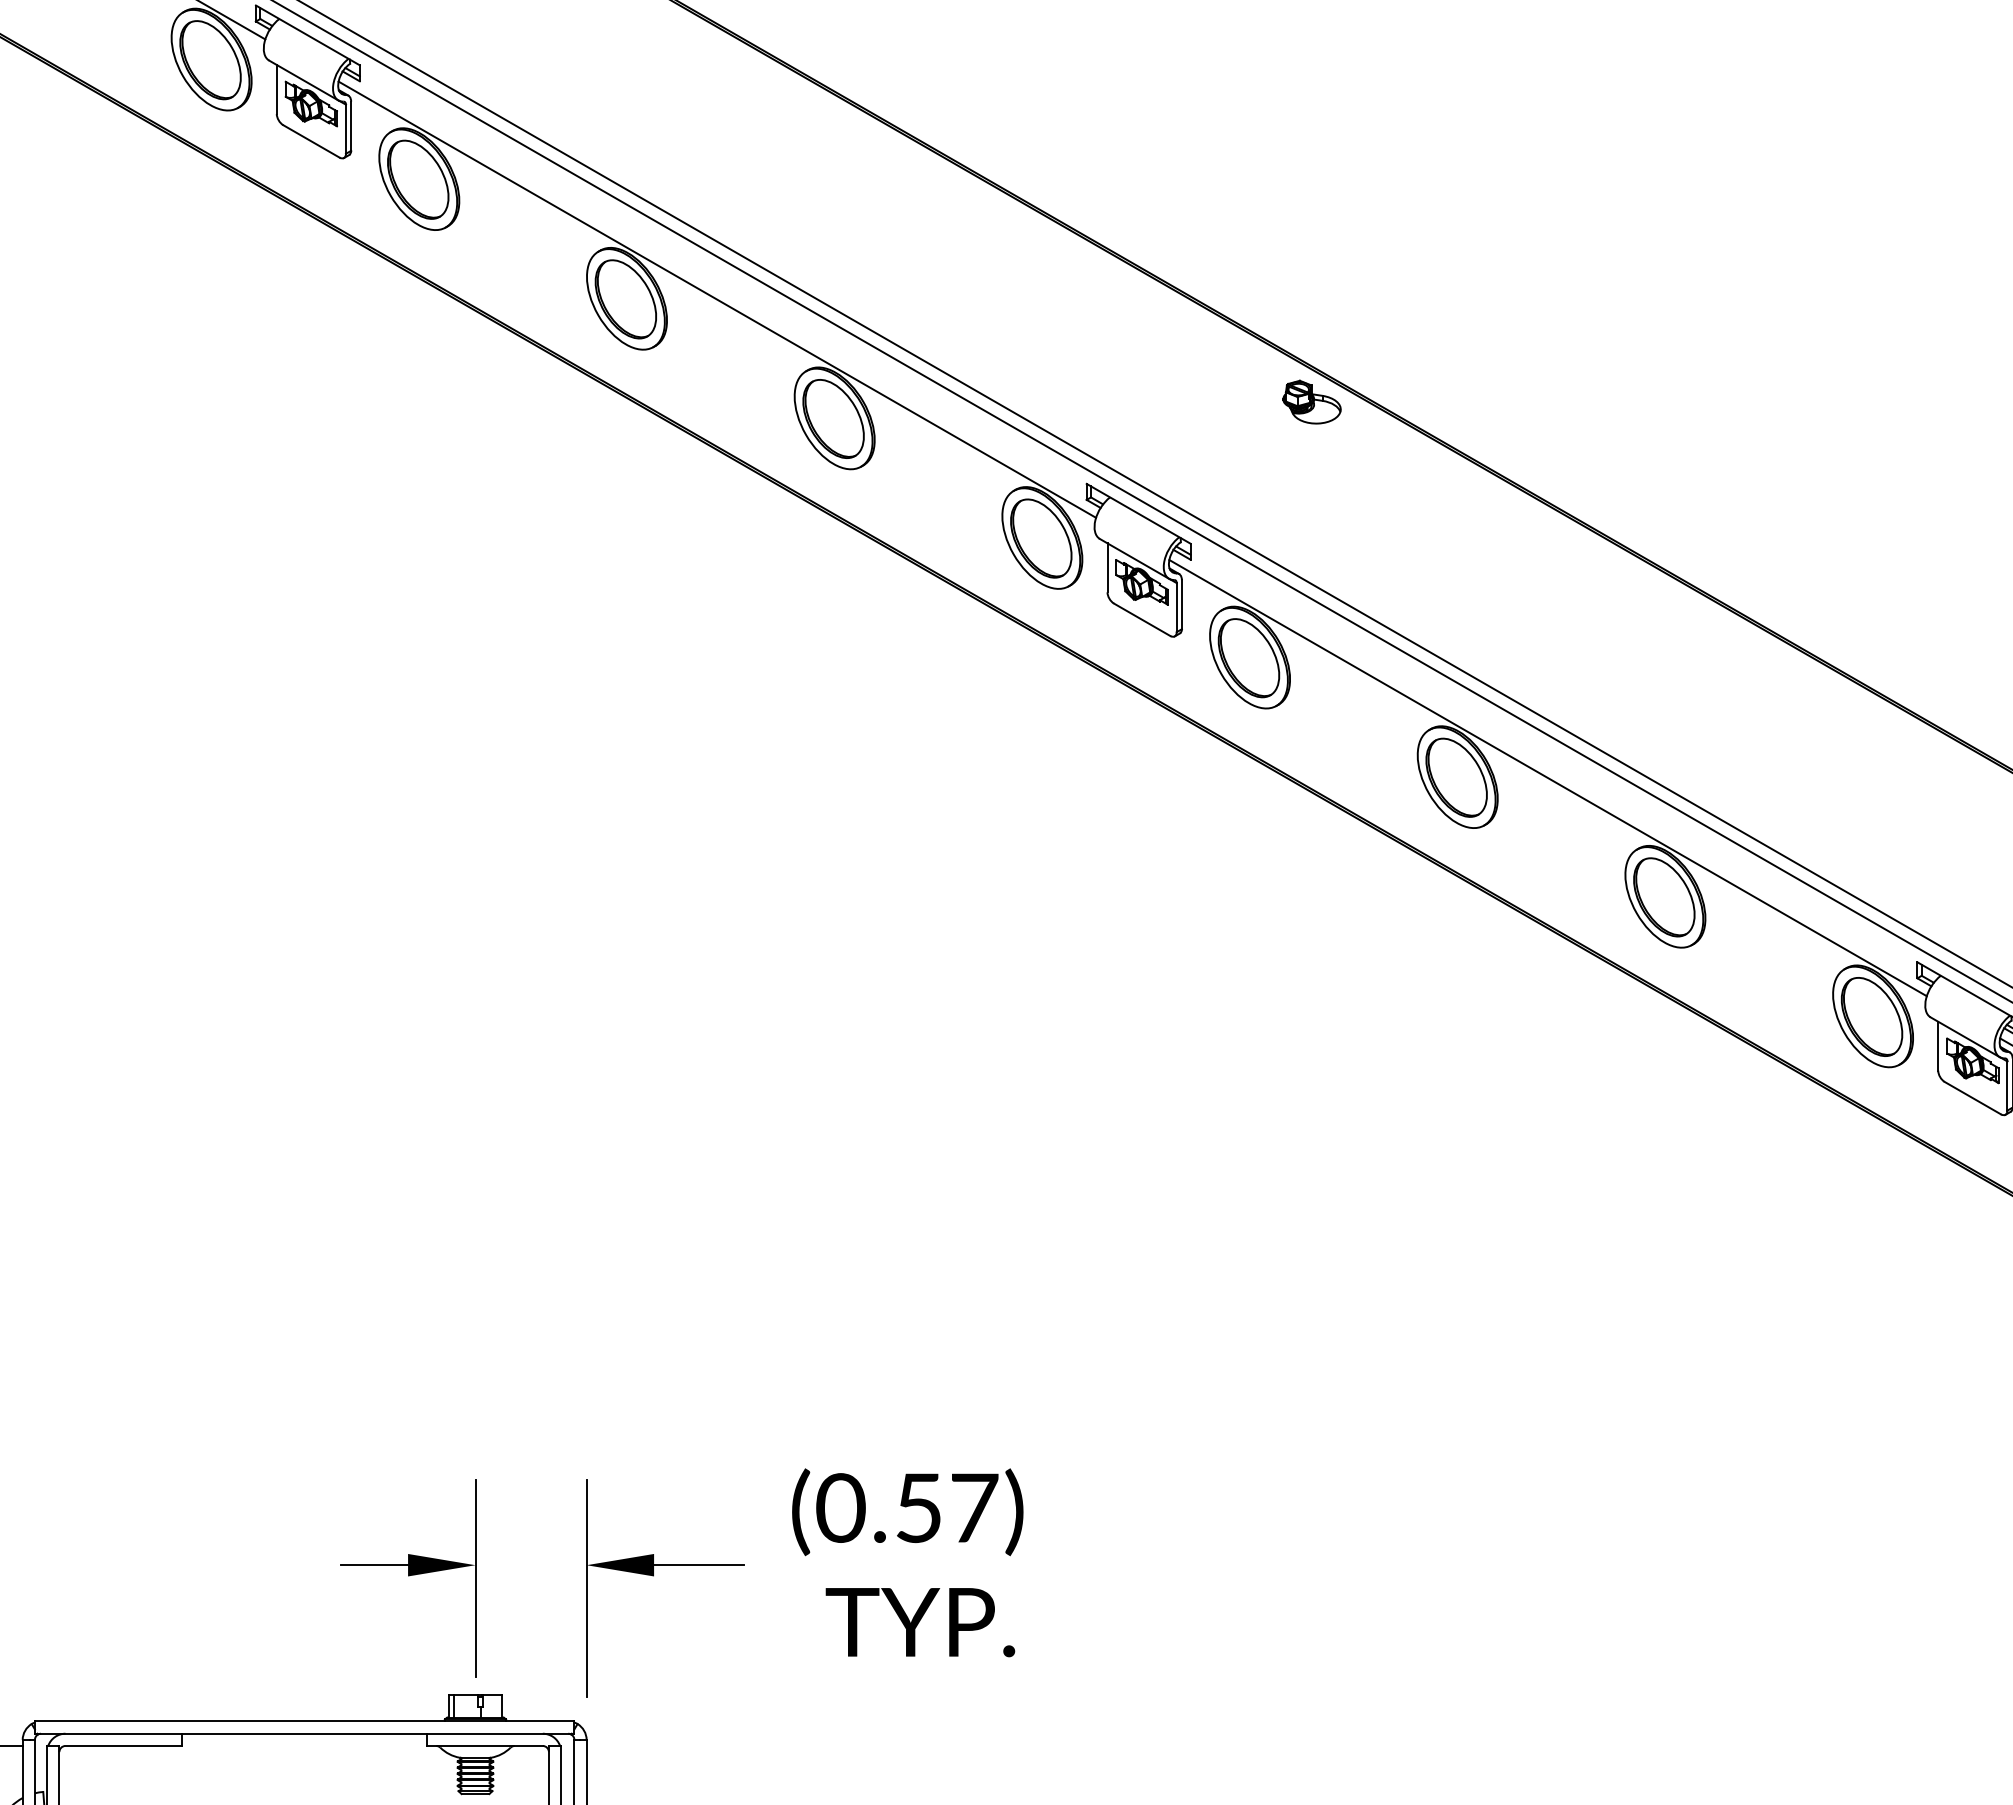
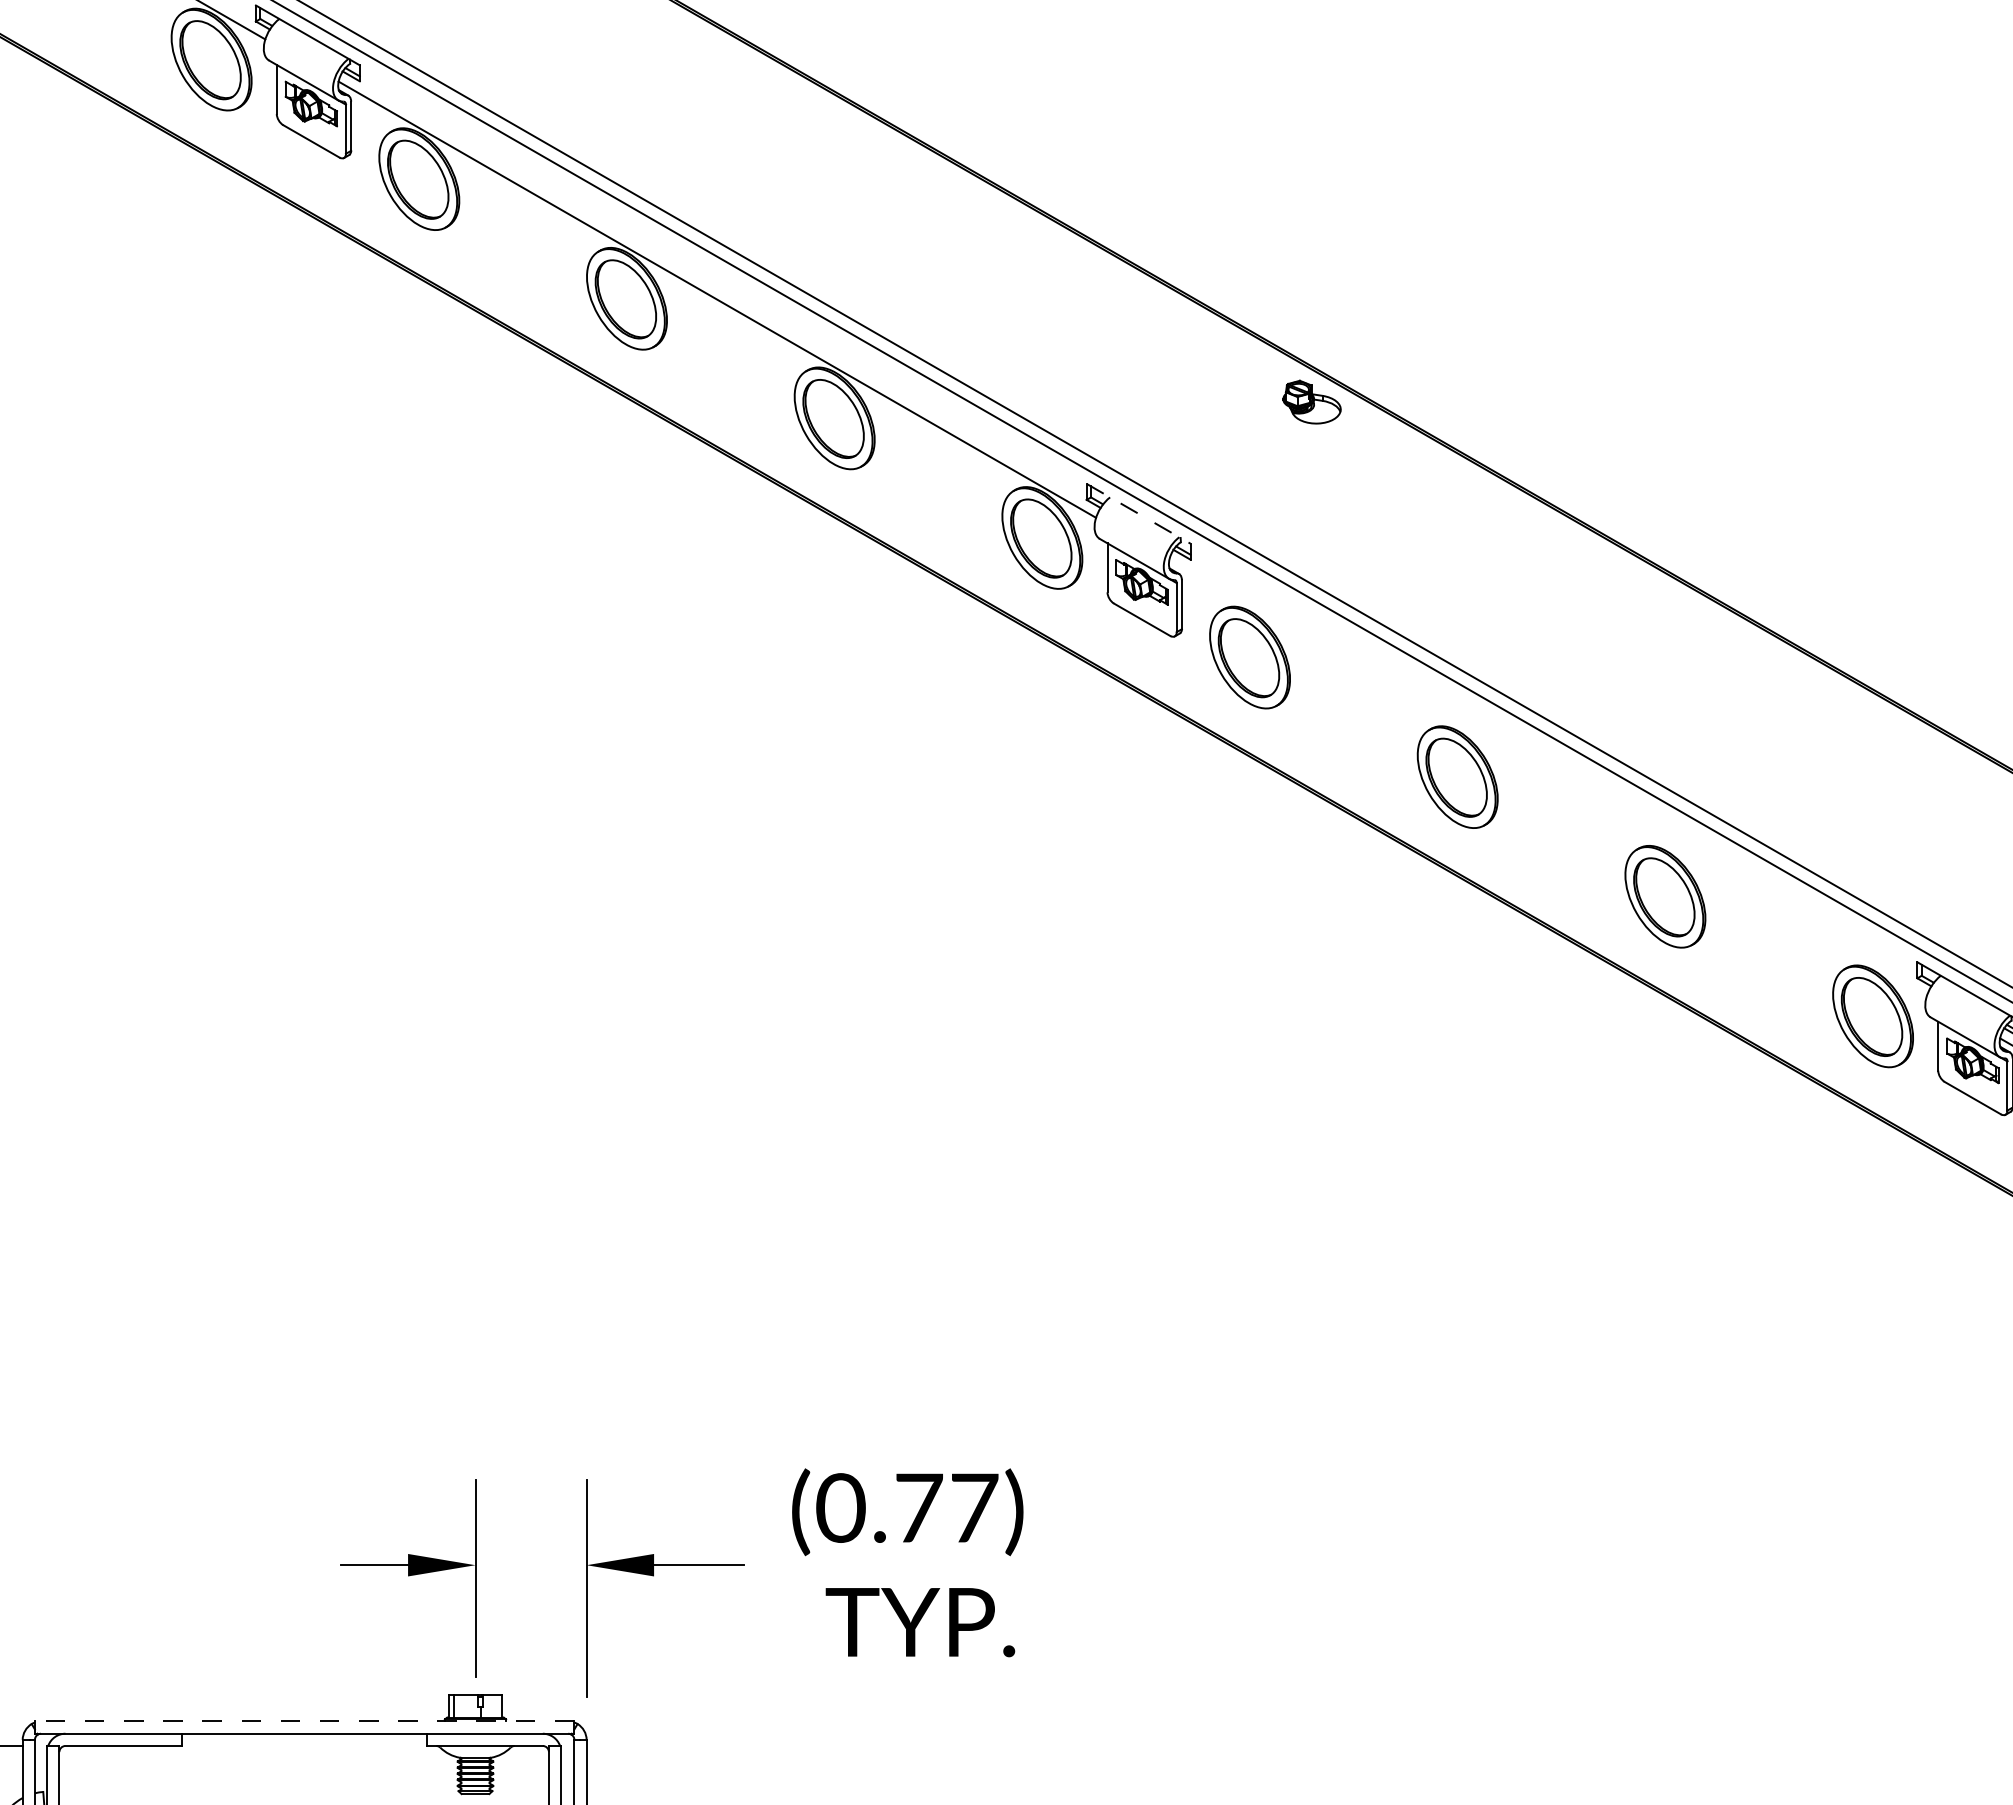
line at (1138, 513): solid -> dashed
line at (1547, 778): present -> none
text at (919, 1508): (0.57) -> (0.77)
line at (304, 1721): solid -> dashed
